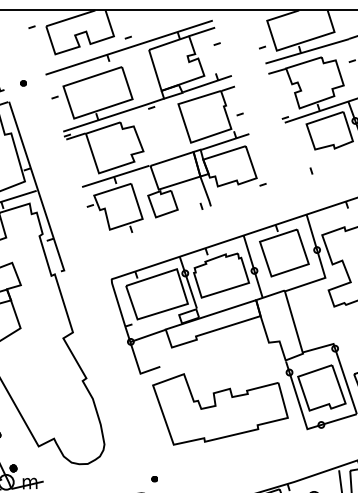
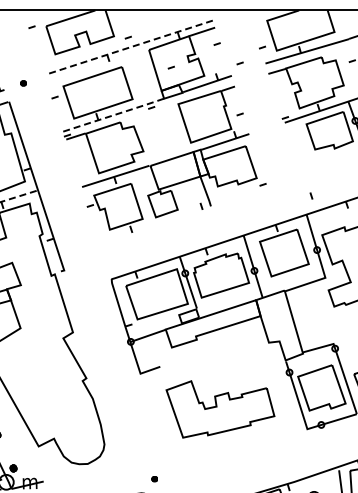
line at (129, 47): solid -> dashed
line at (239, 63): none -> present
line at (170, 67): none -> present
line at (114, 115): solid -> dashed
line at (311, 170) position: (311, 170) -> (311, 195)
line at (18, 196): solid -> dashed
part at (220, 409) size: 137x73 px -> 111x59 px
